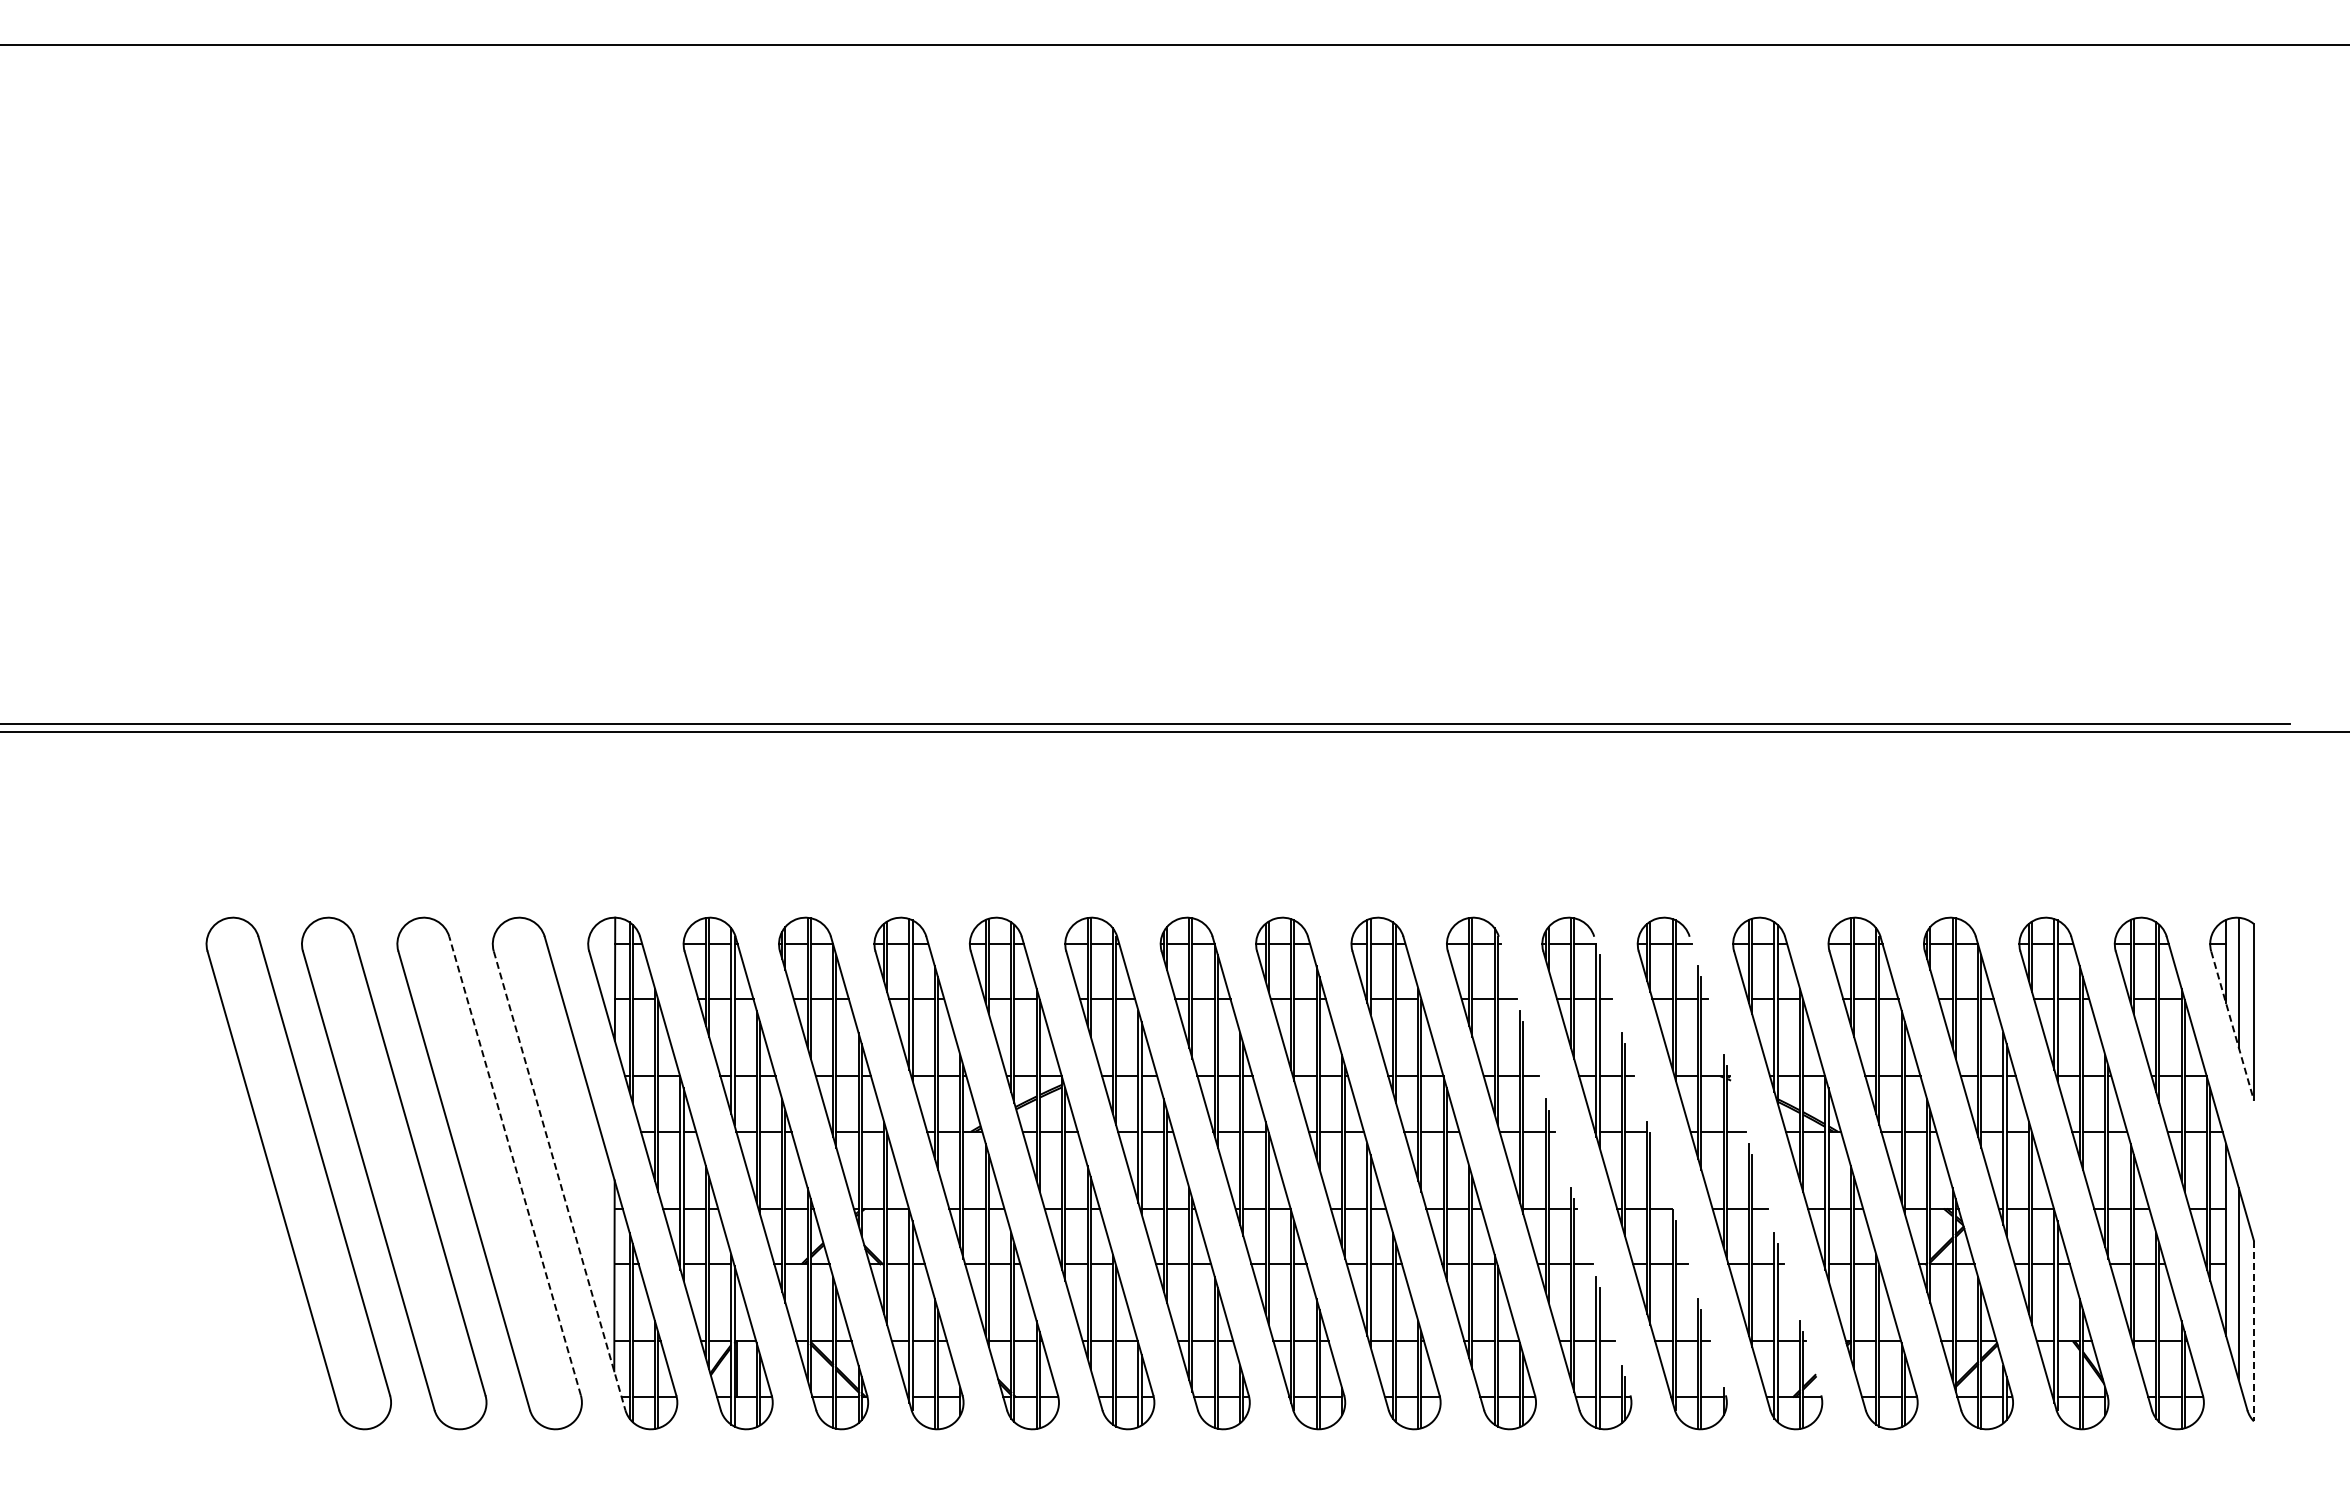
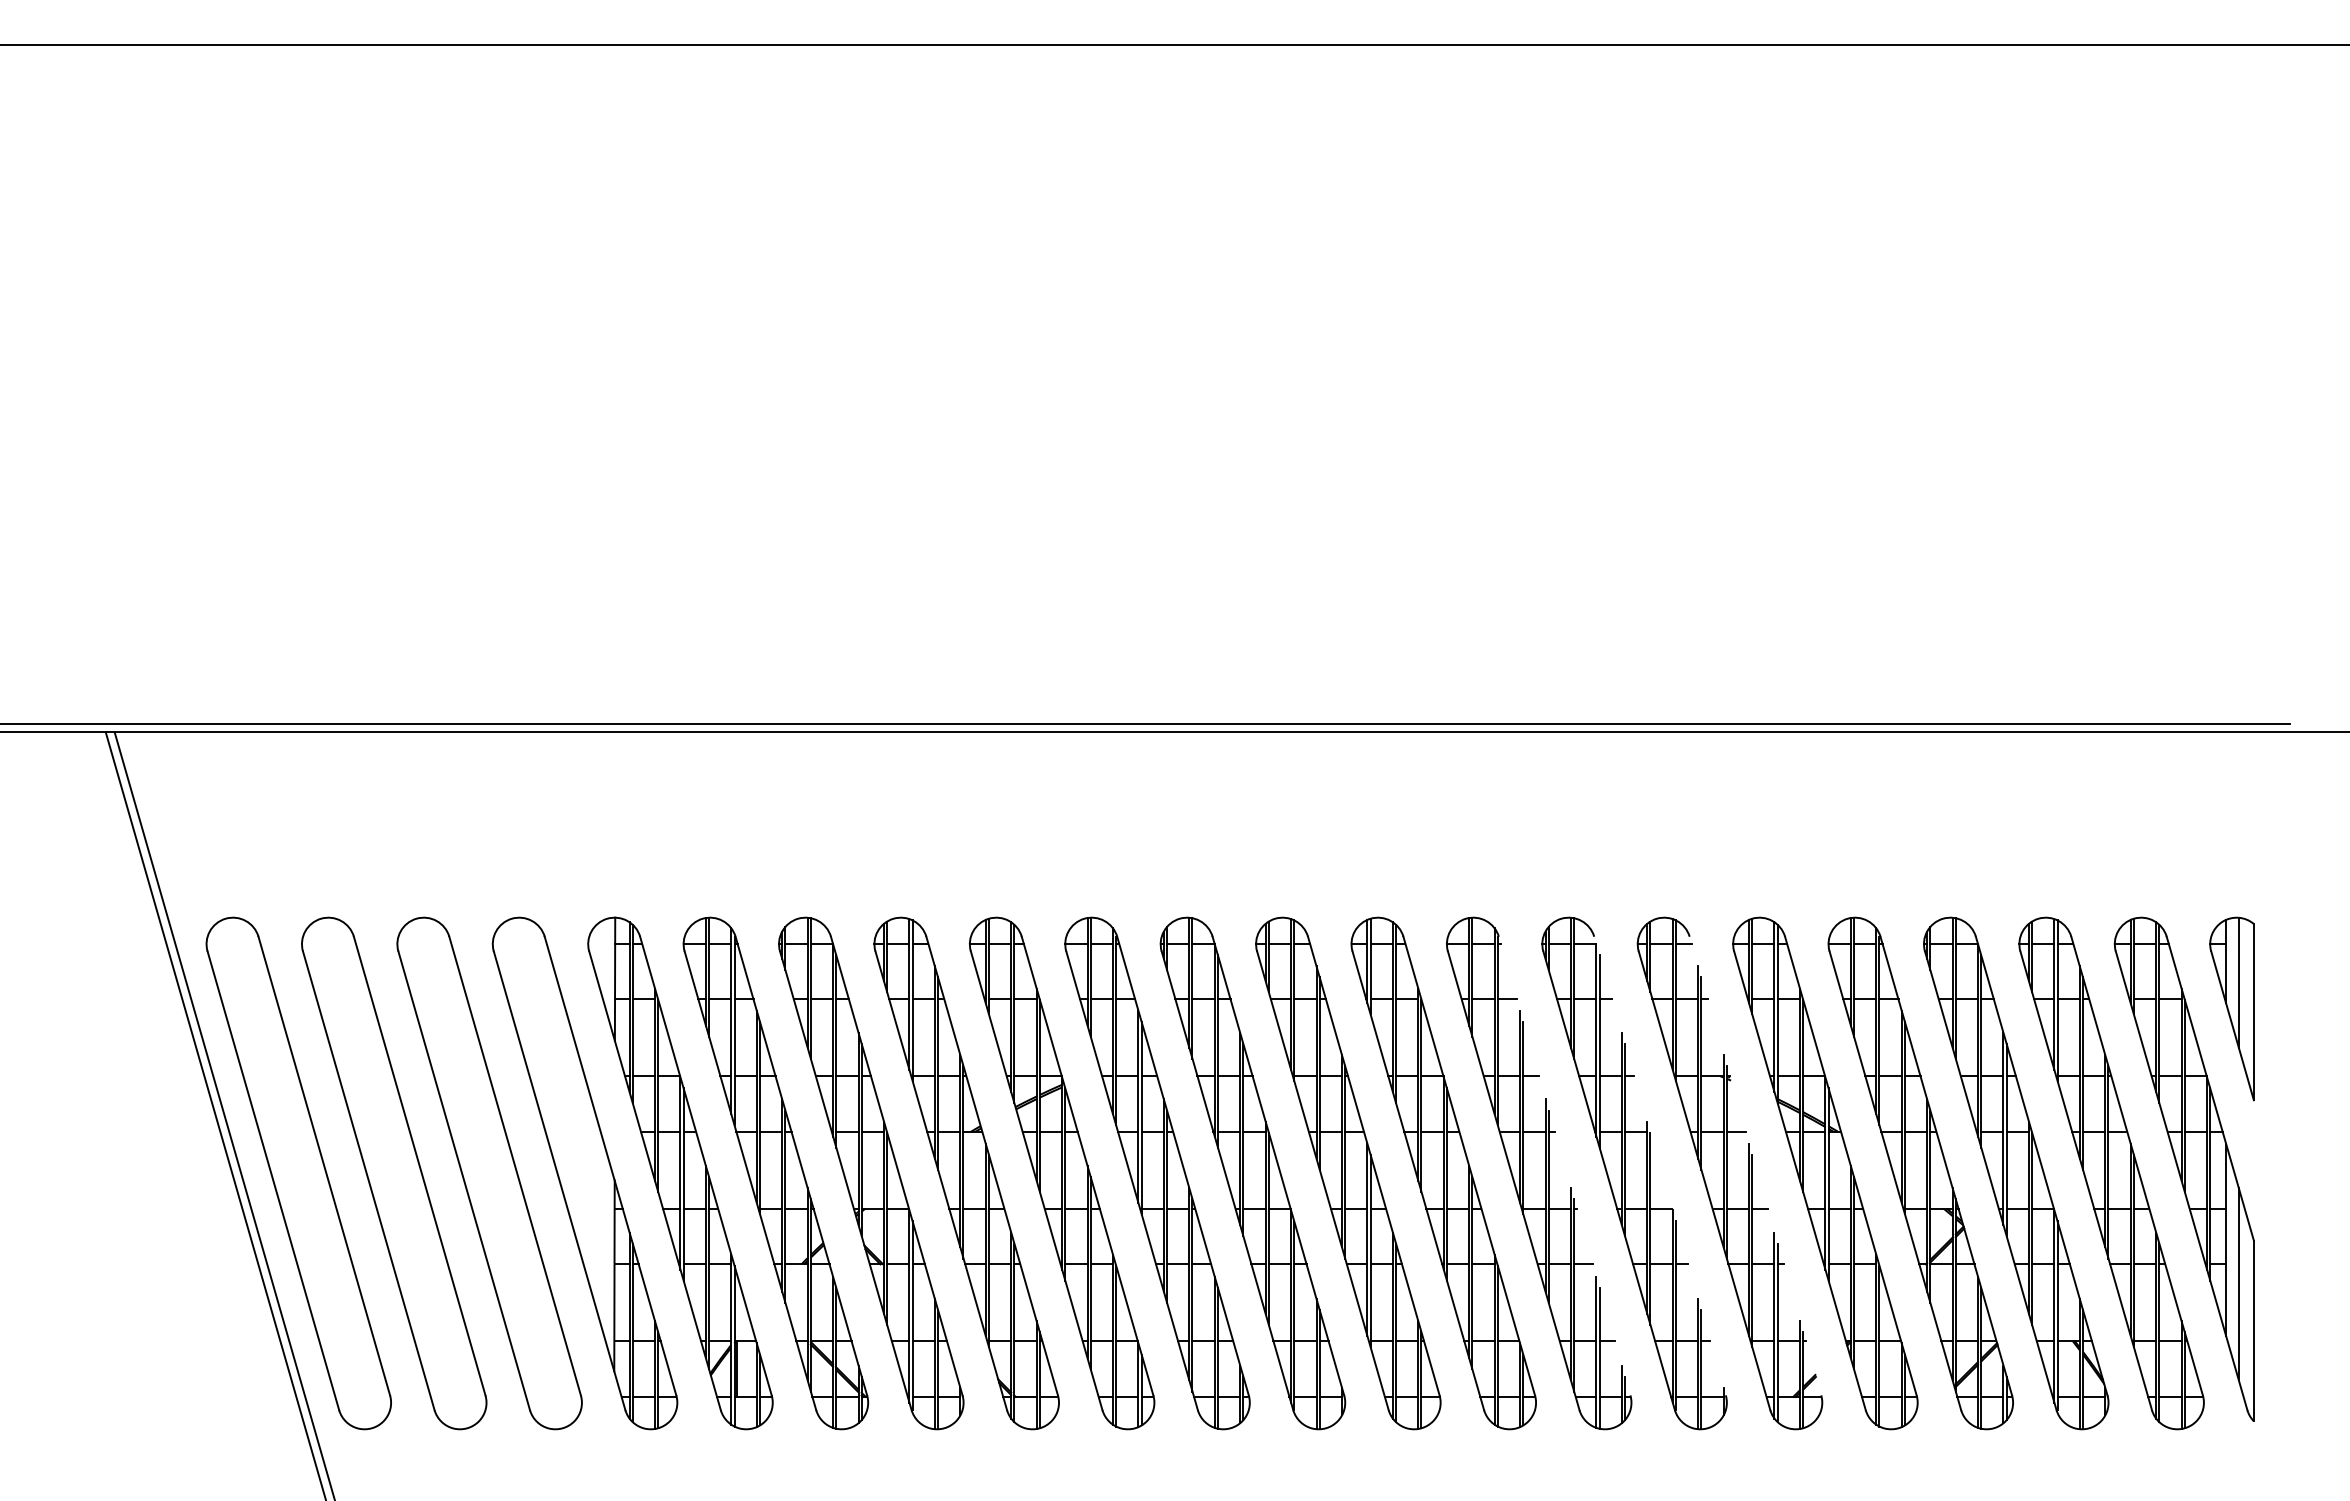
line at (2232, 1026): dashed -> solid
line at (215, 1114): none -> present
line at (224, 1114): none -> present
line at (515, 1166): dashed -> solid
line at (559, 1180): dashed -> solid
line at (2253, 1331): dashed -> solid
